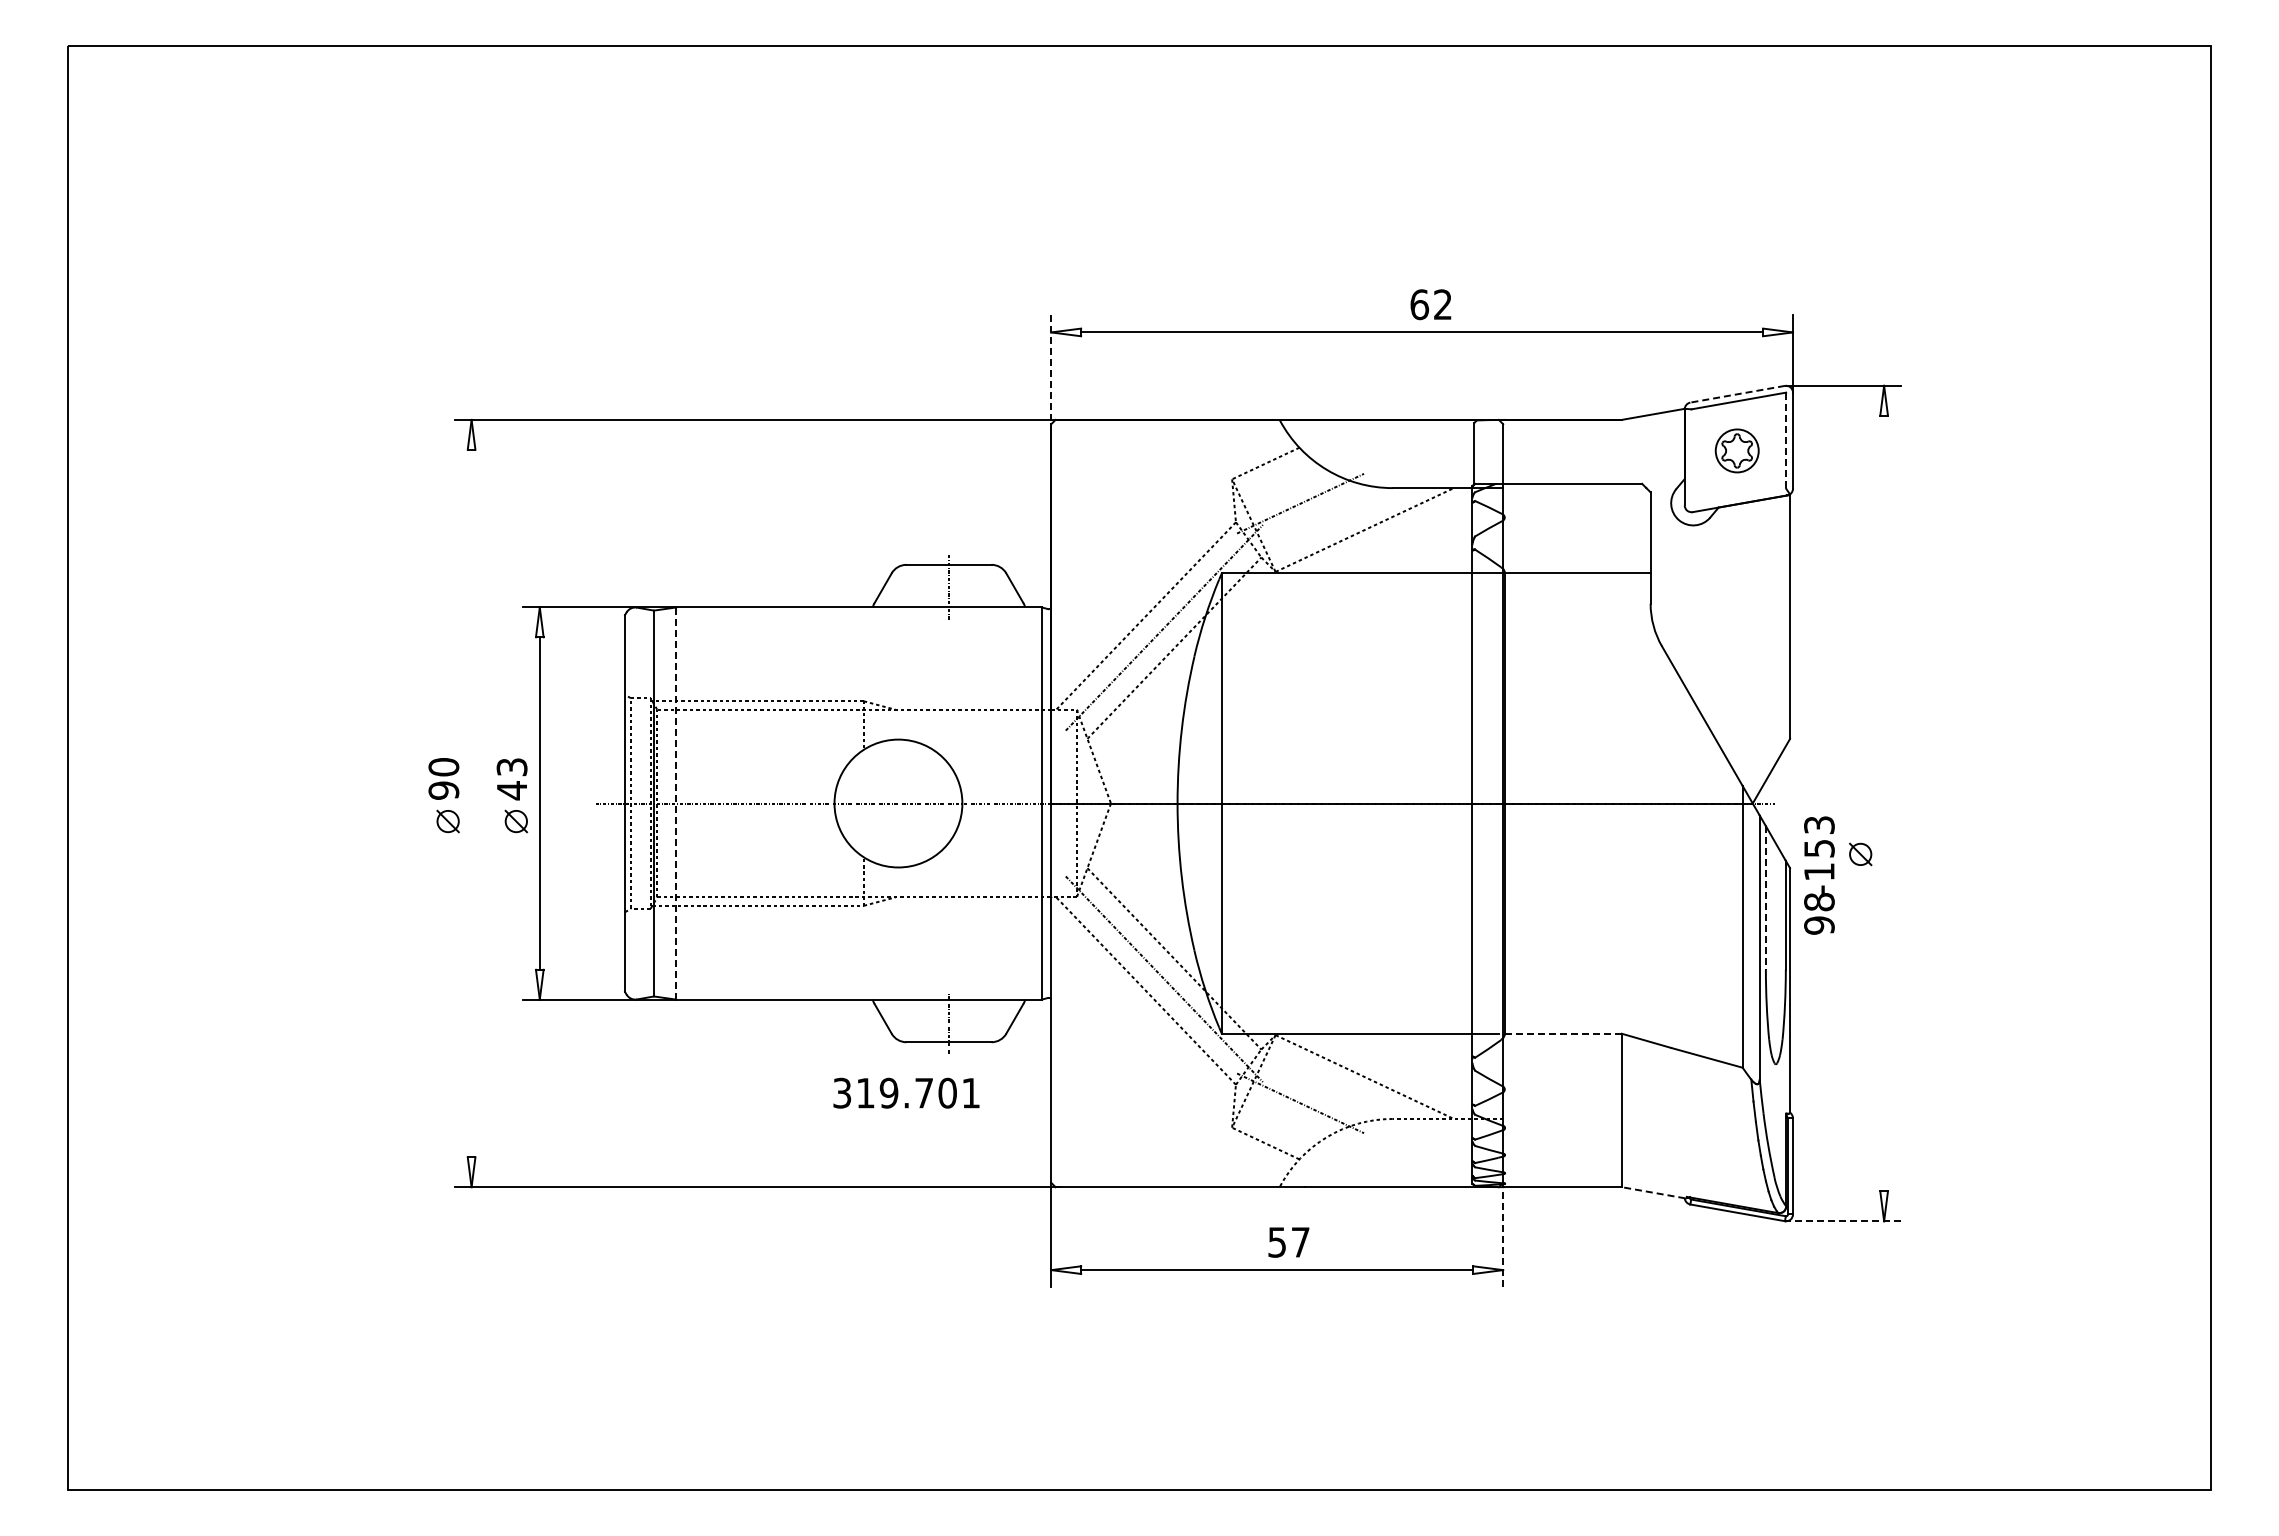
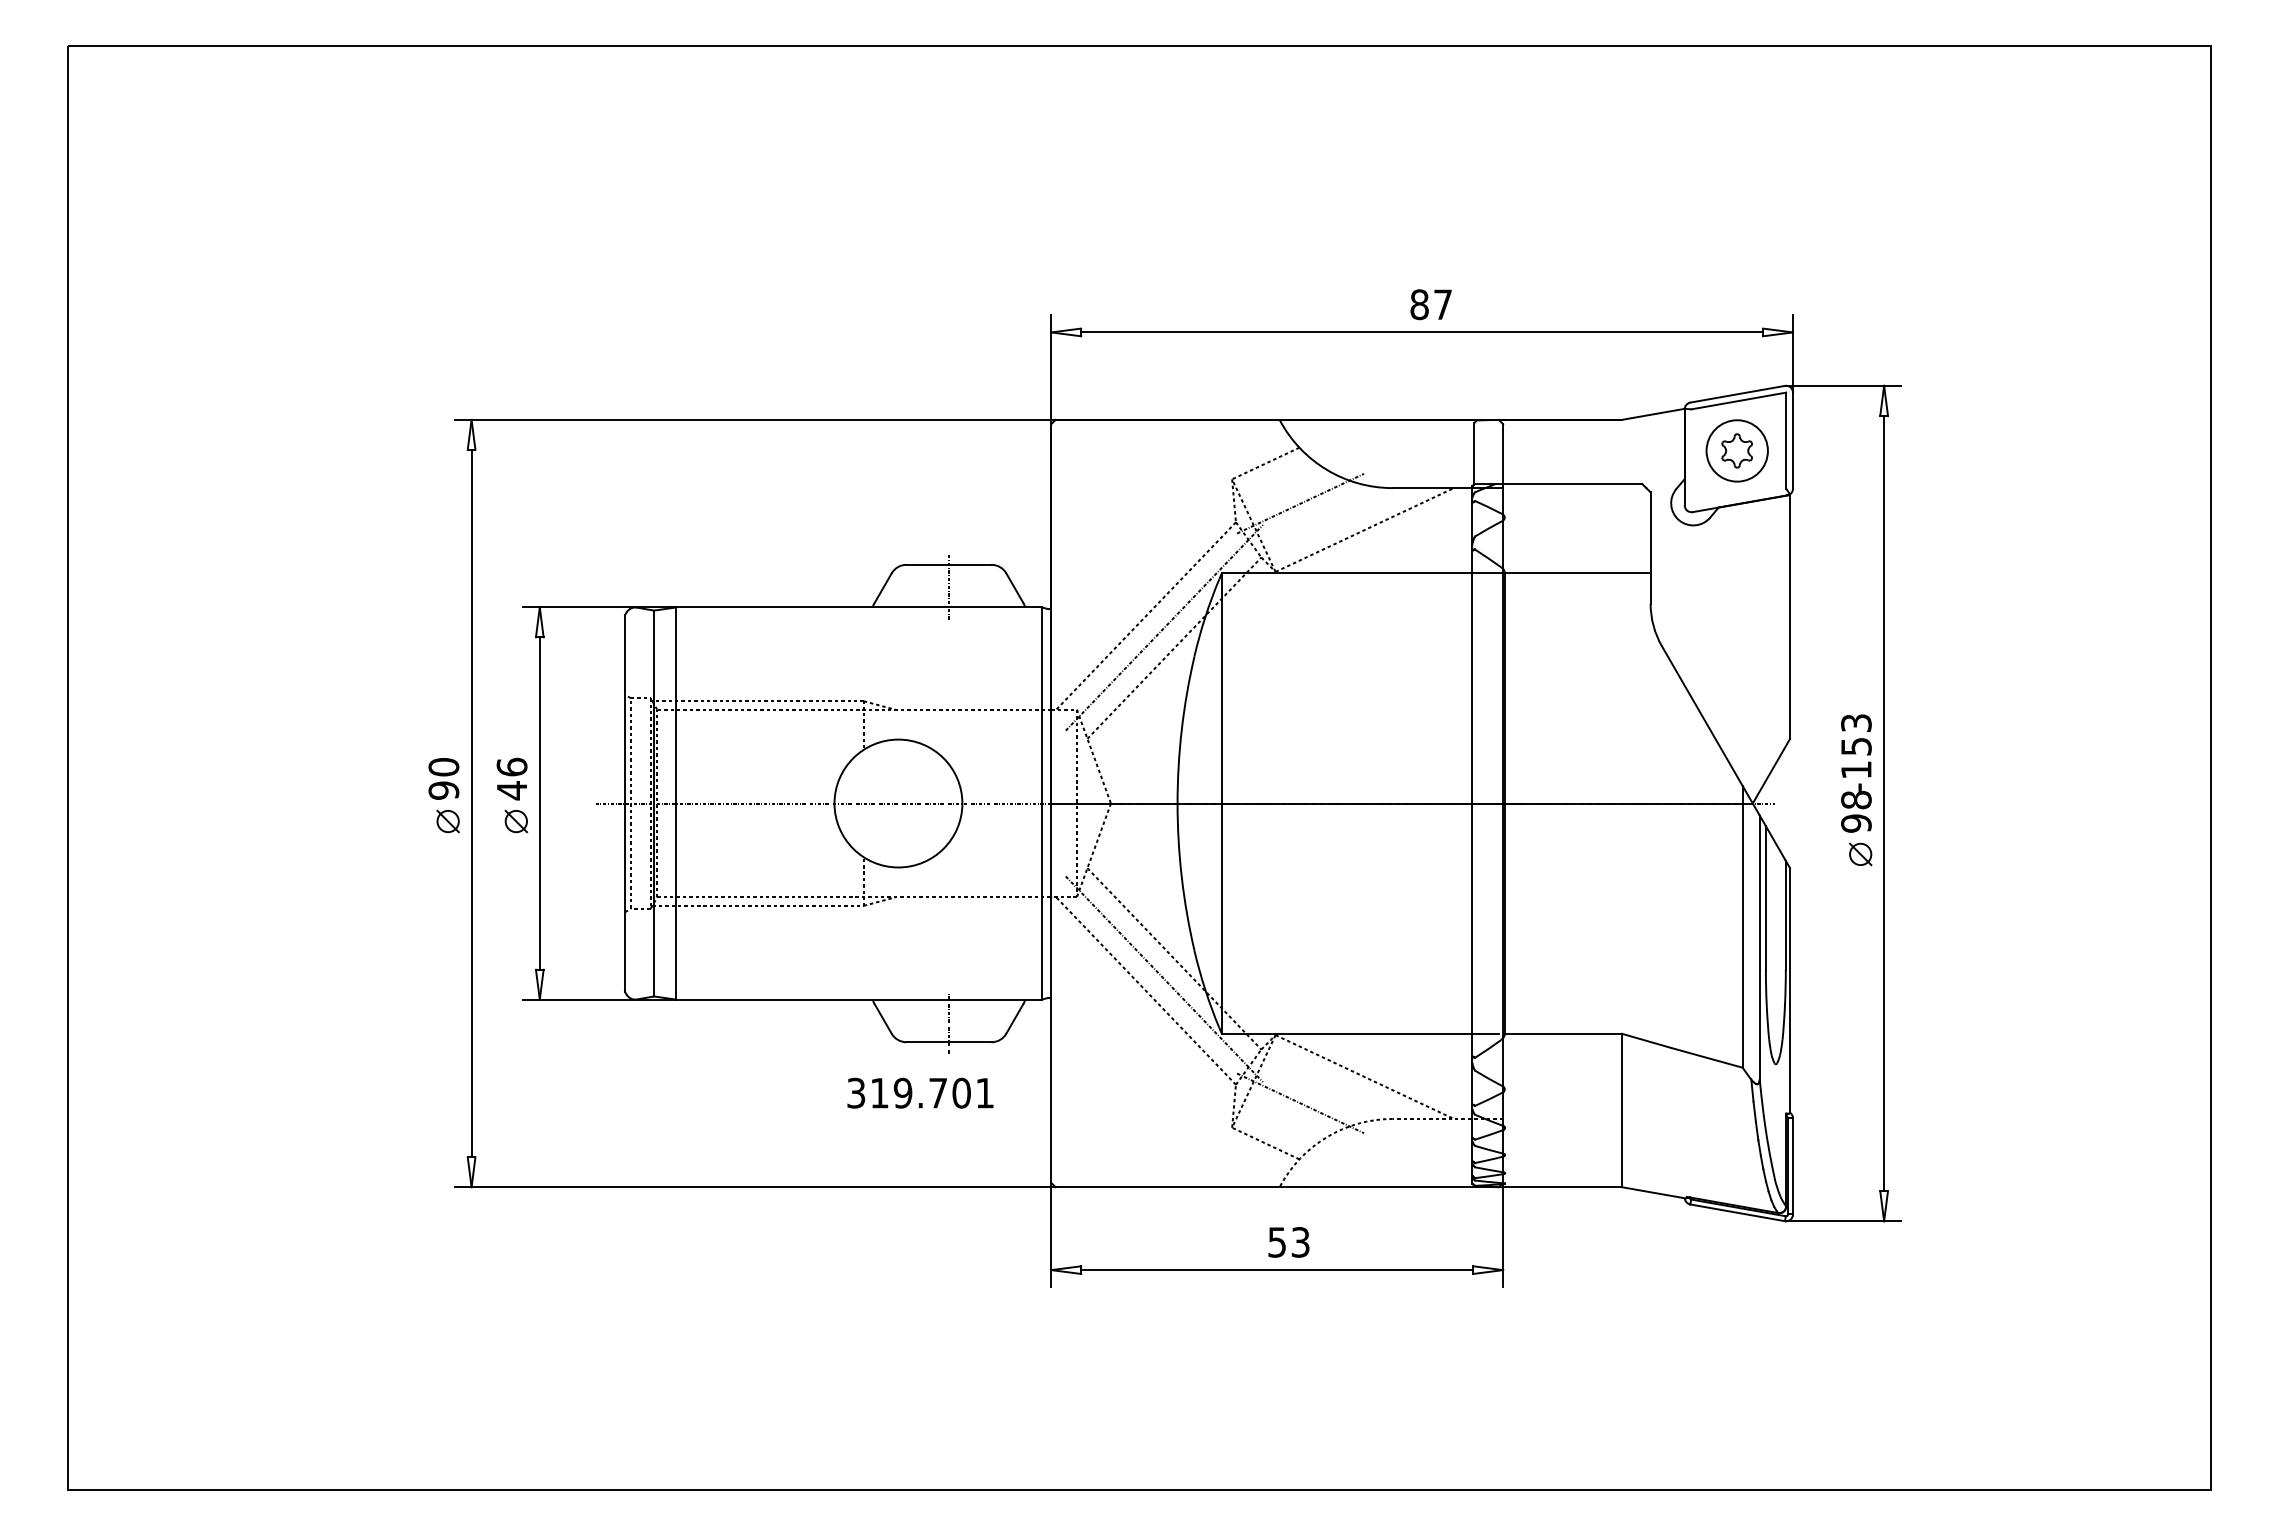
text at (1430, 304): 62 -> 87
line at (1051, 370): dashed -> solid
line at (1737, 394): dashed -> solid
line at (1786, 441): dashed -> solid
circle at (1736, 450) diameter: 43 px -> 61 px
text at (511, 766): 43 -> 46
line at (471, 803): none -> present
line at (676, 803): dashed -> solid
line at (1884, 803): none -> present
text at (1819, 875) position: (1819, 875) -> (1856, 773)
line at (1765, 898): dashed -> solid
line at (1563, 1033): dashed -> solid
text at (906, 1092) position: (906, 1092) -> (920, 1092)
line at (1653, 1192): dashed -> solid
line at (1843, 1221): dashed -> solid
line at (1503, 1234): dashed -> solid
text at (1300, 1242): 57 -> 53
